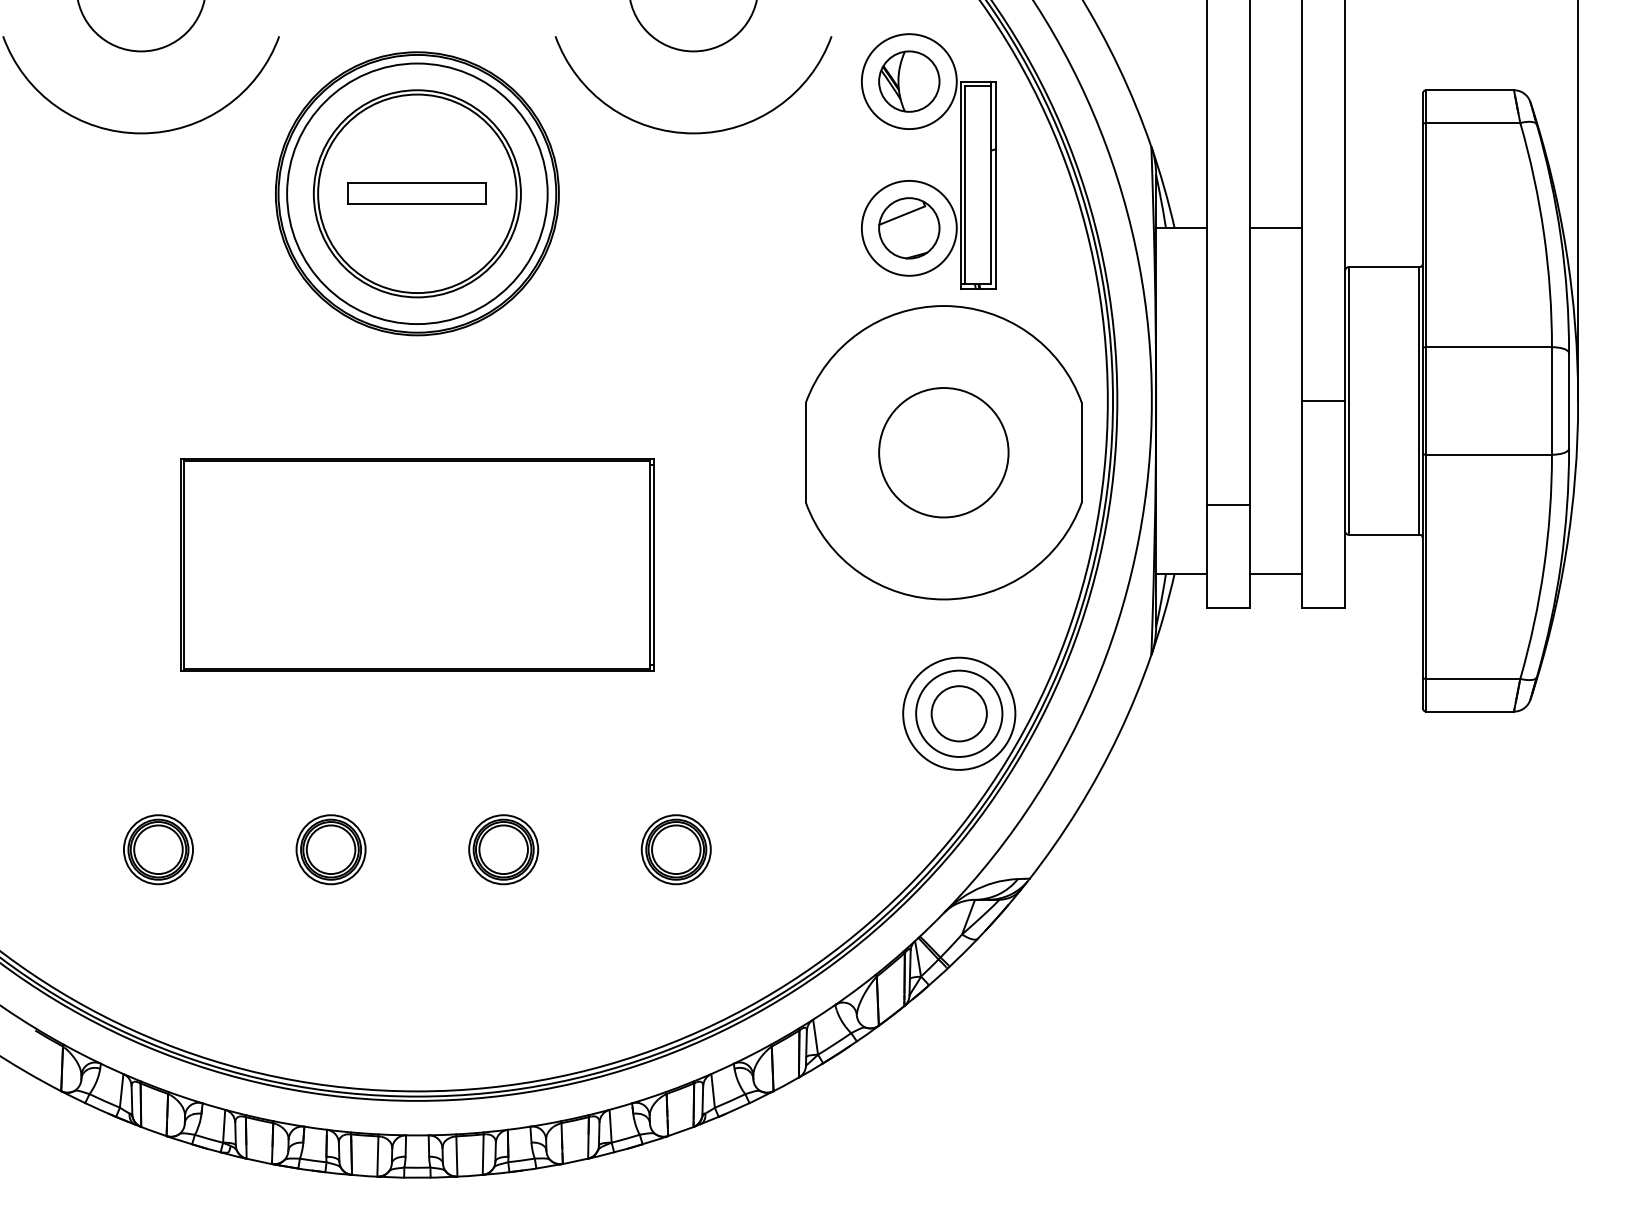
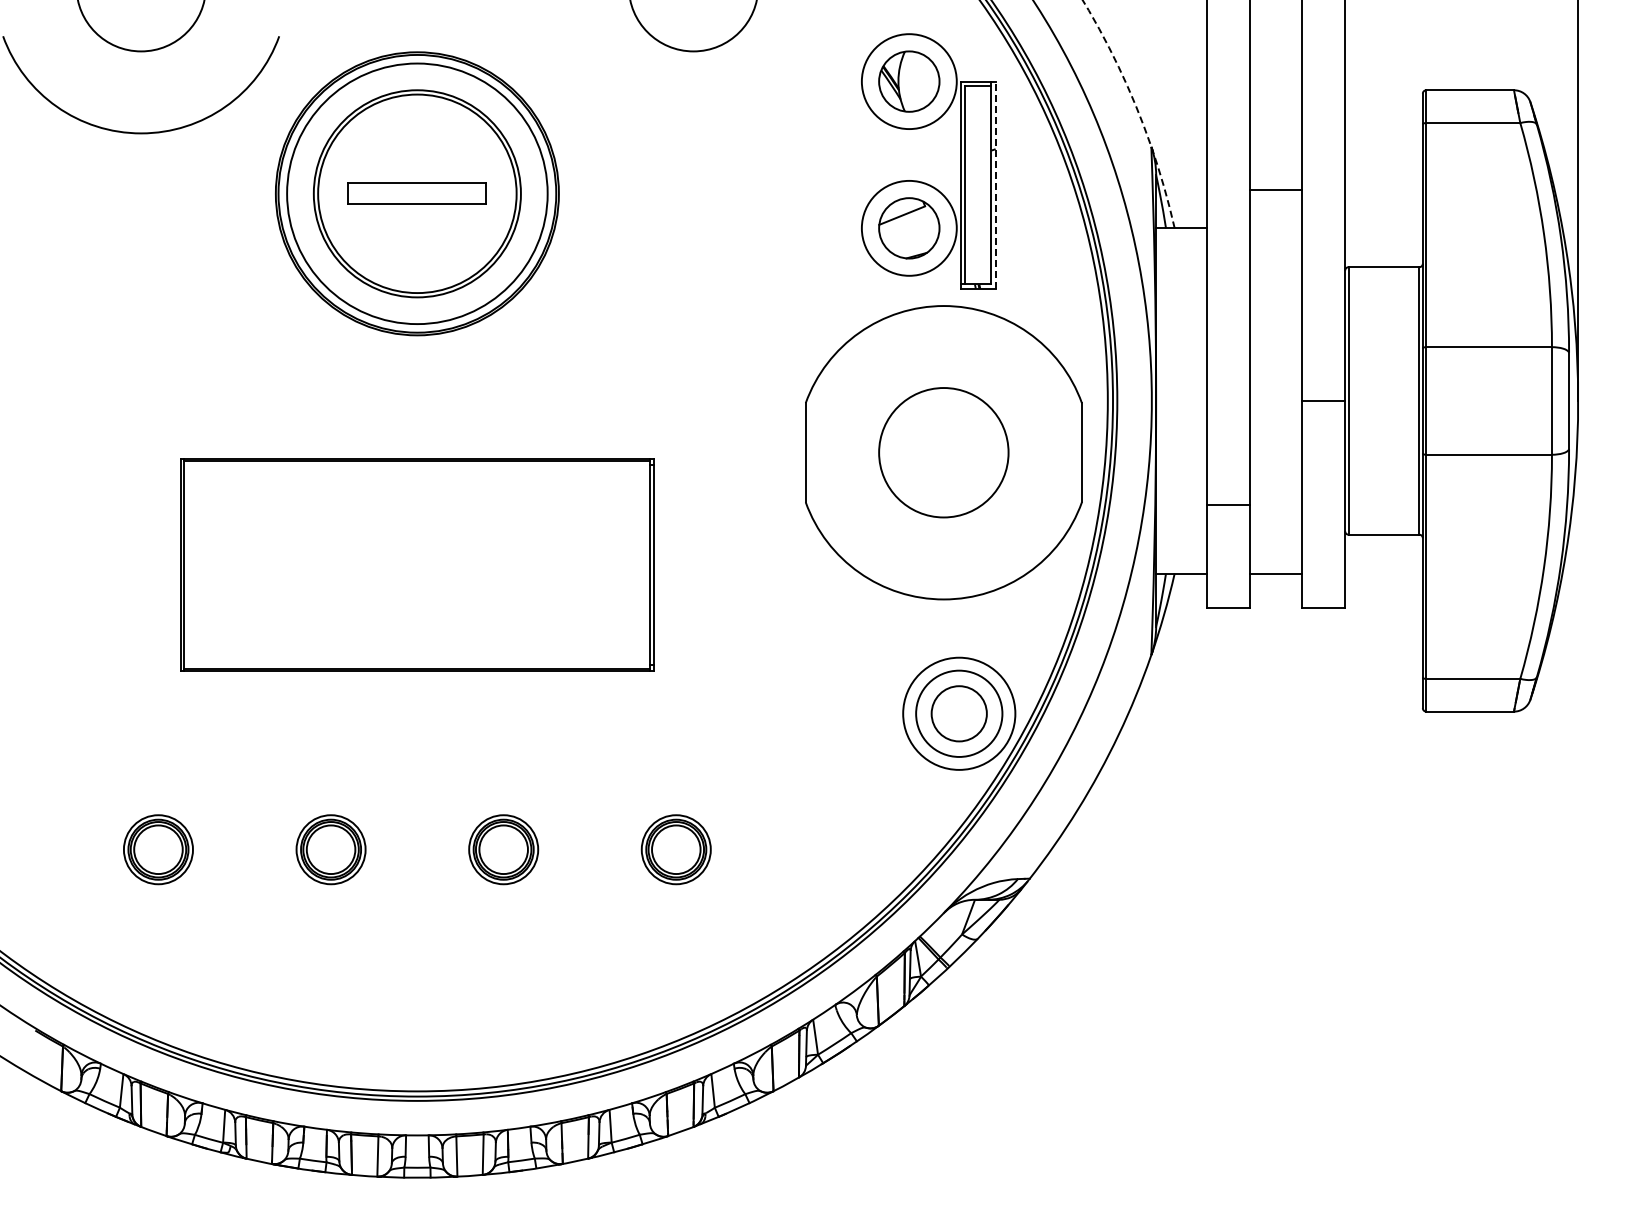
arc at (1137, 109): solid -> dashed
arc at (693, 132): present -> none
line at (995, 185): solid -> dashed
line at (1276, 228) position: (1276, 228) -> (1276, 190)
